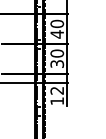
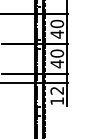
text at (57, 63): 30 -> 40
